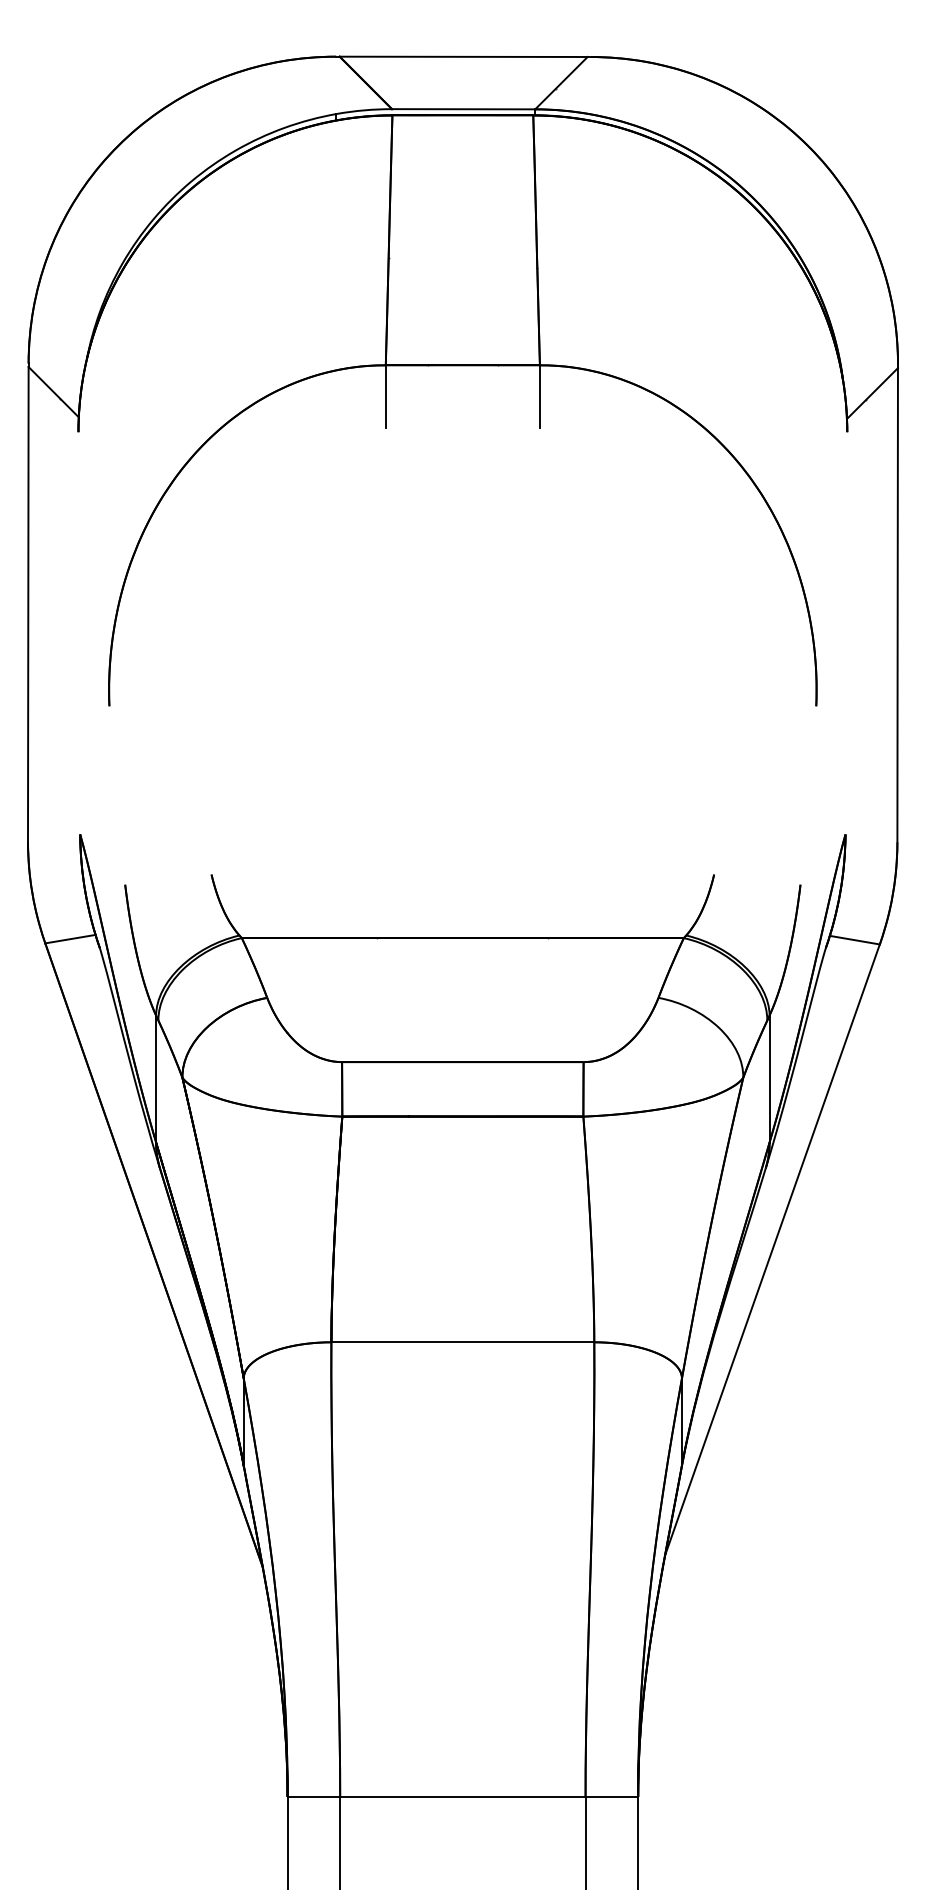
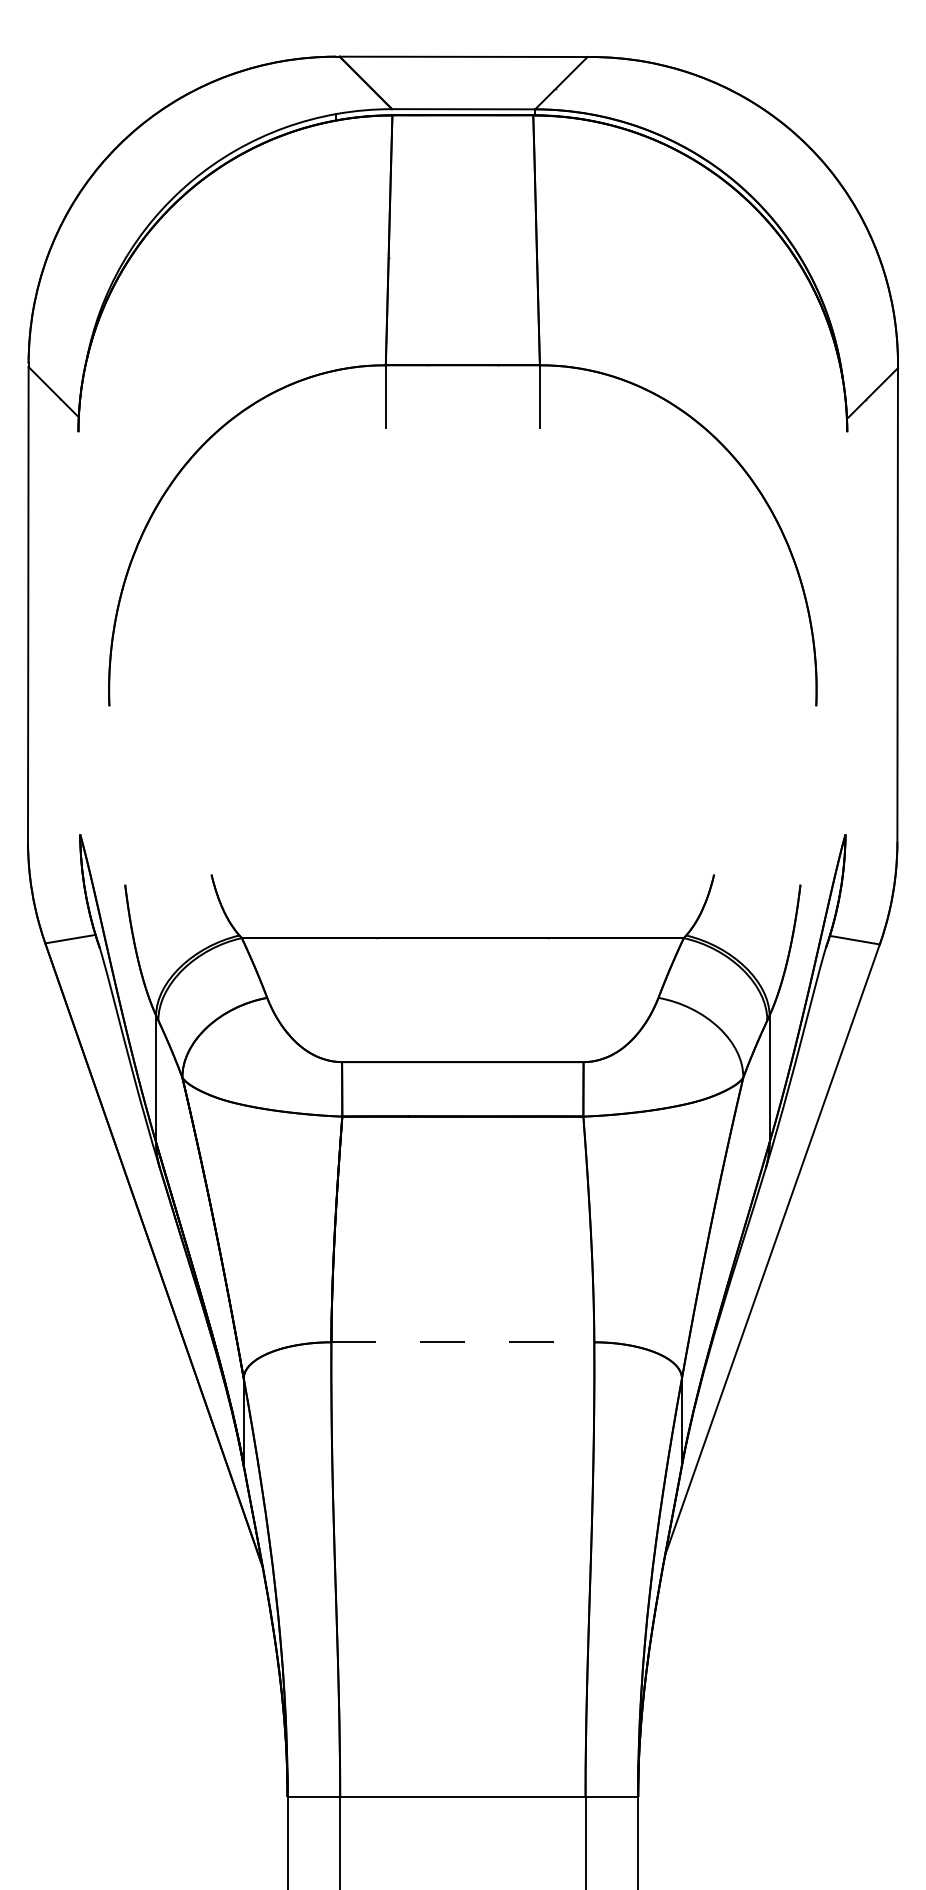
line at (463, 1342): solid -> dashed
